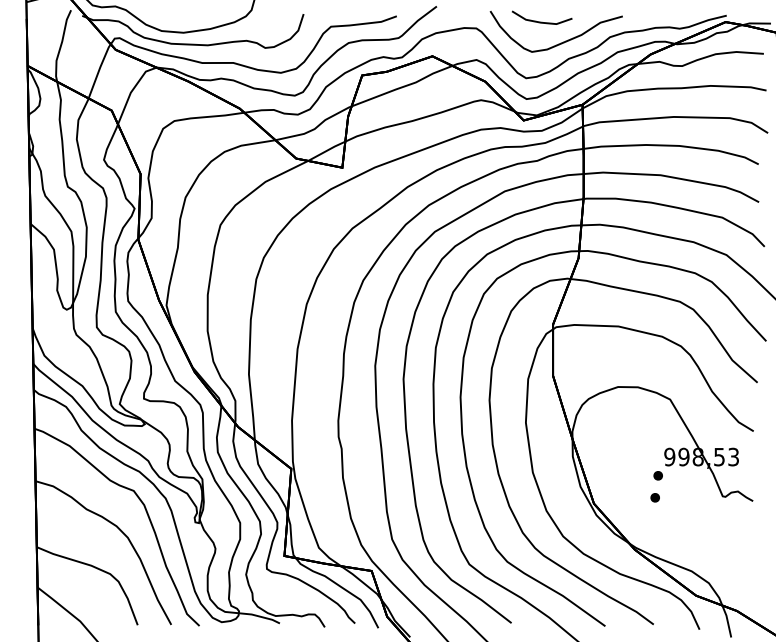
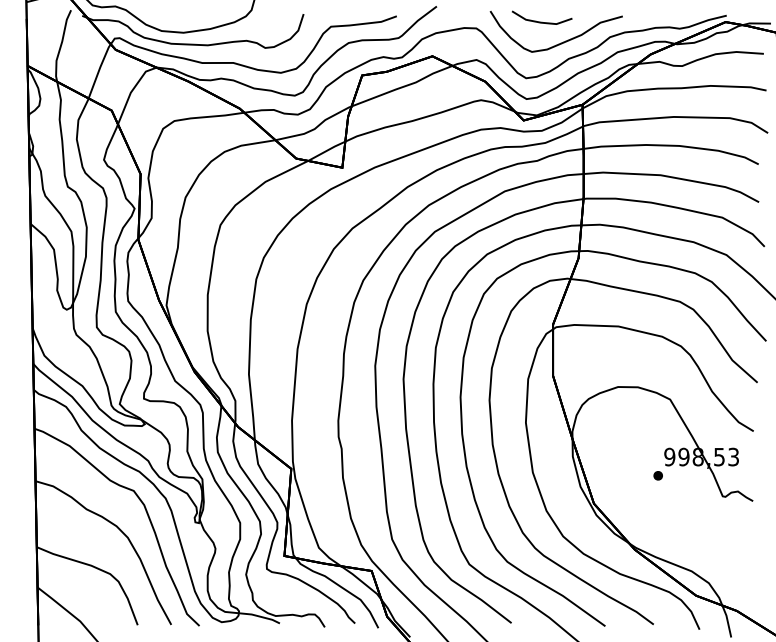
part at (654, 497): present -> none
